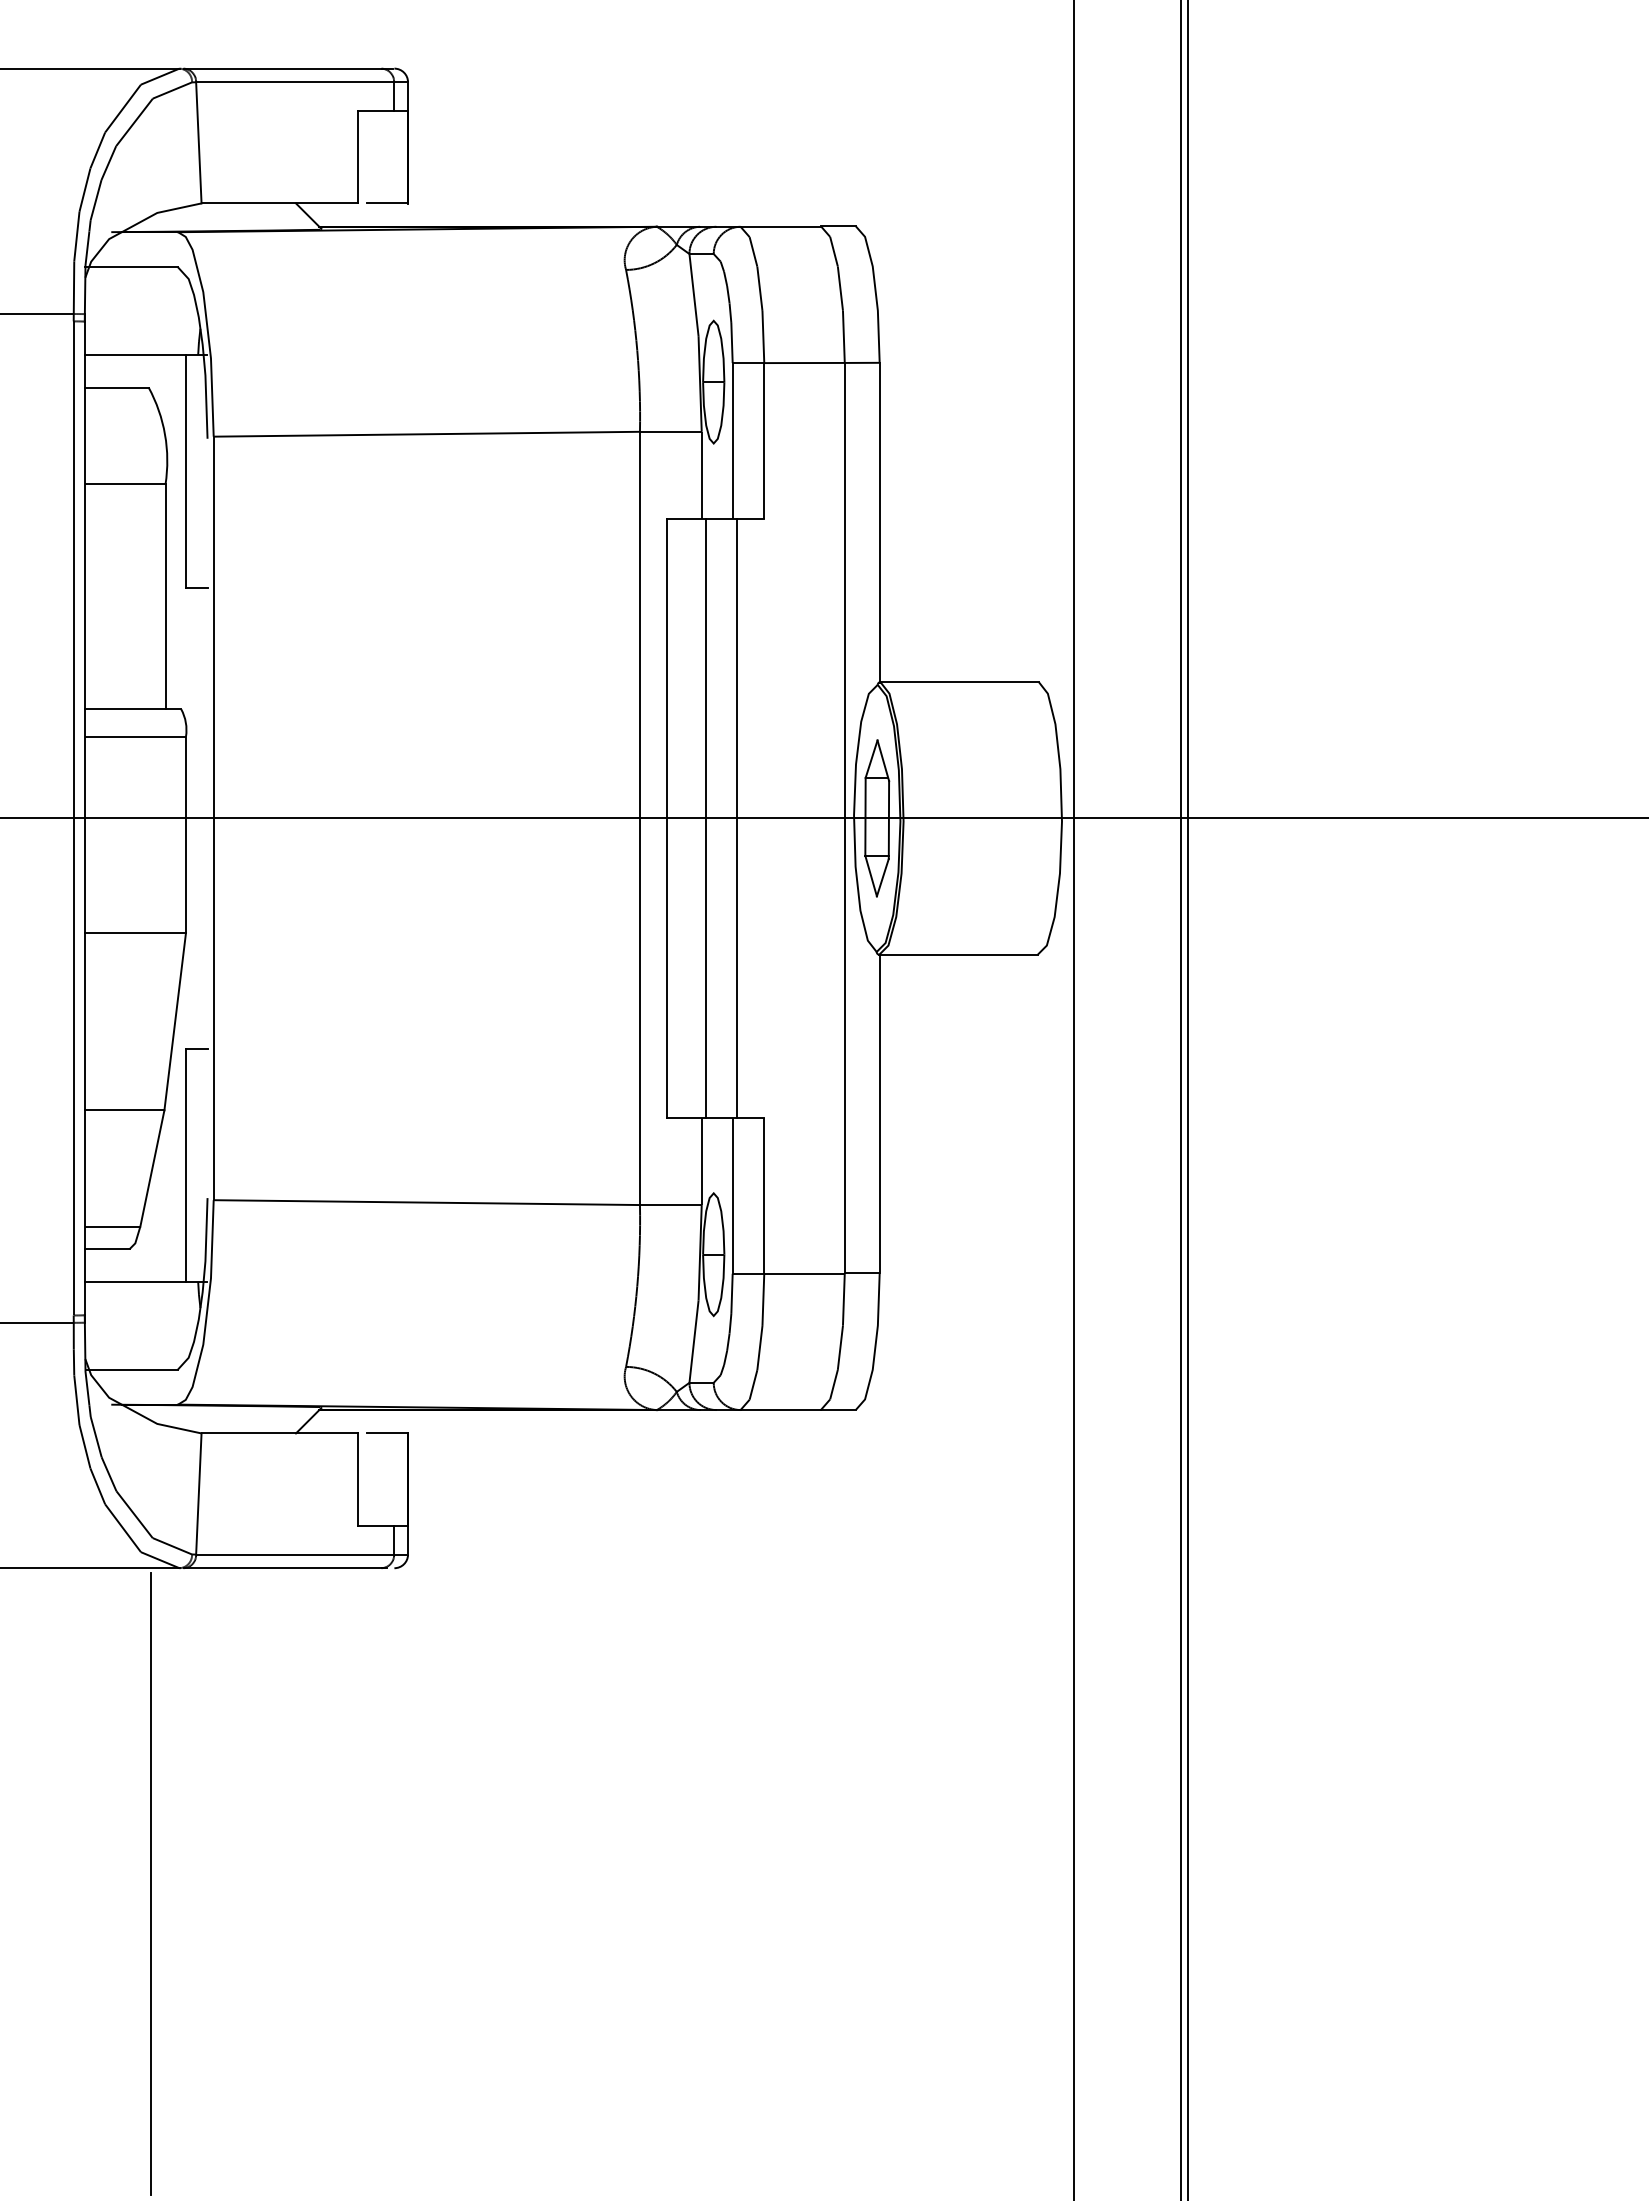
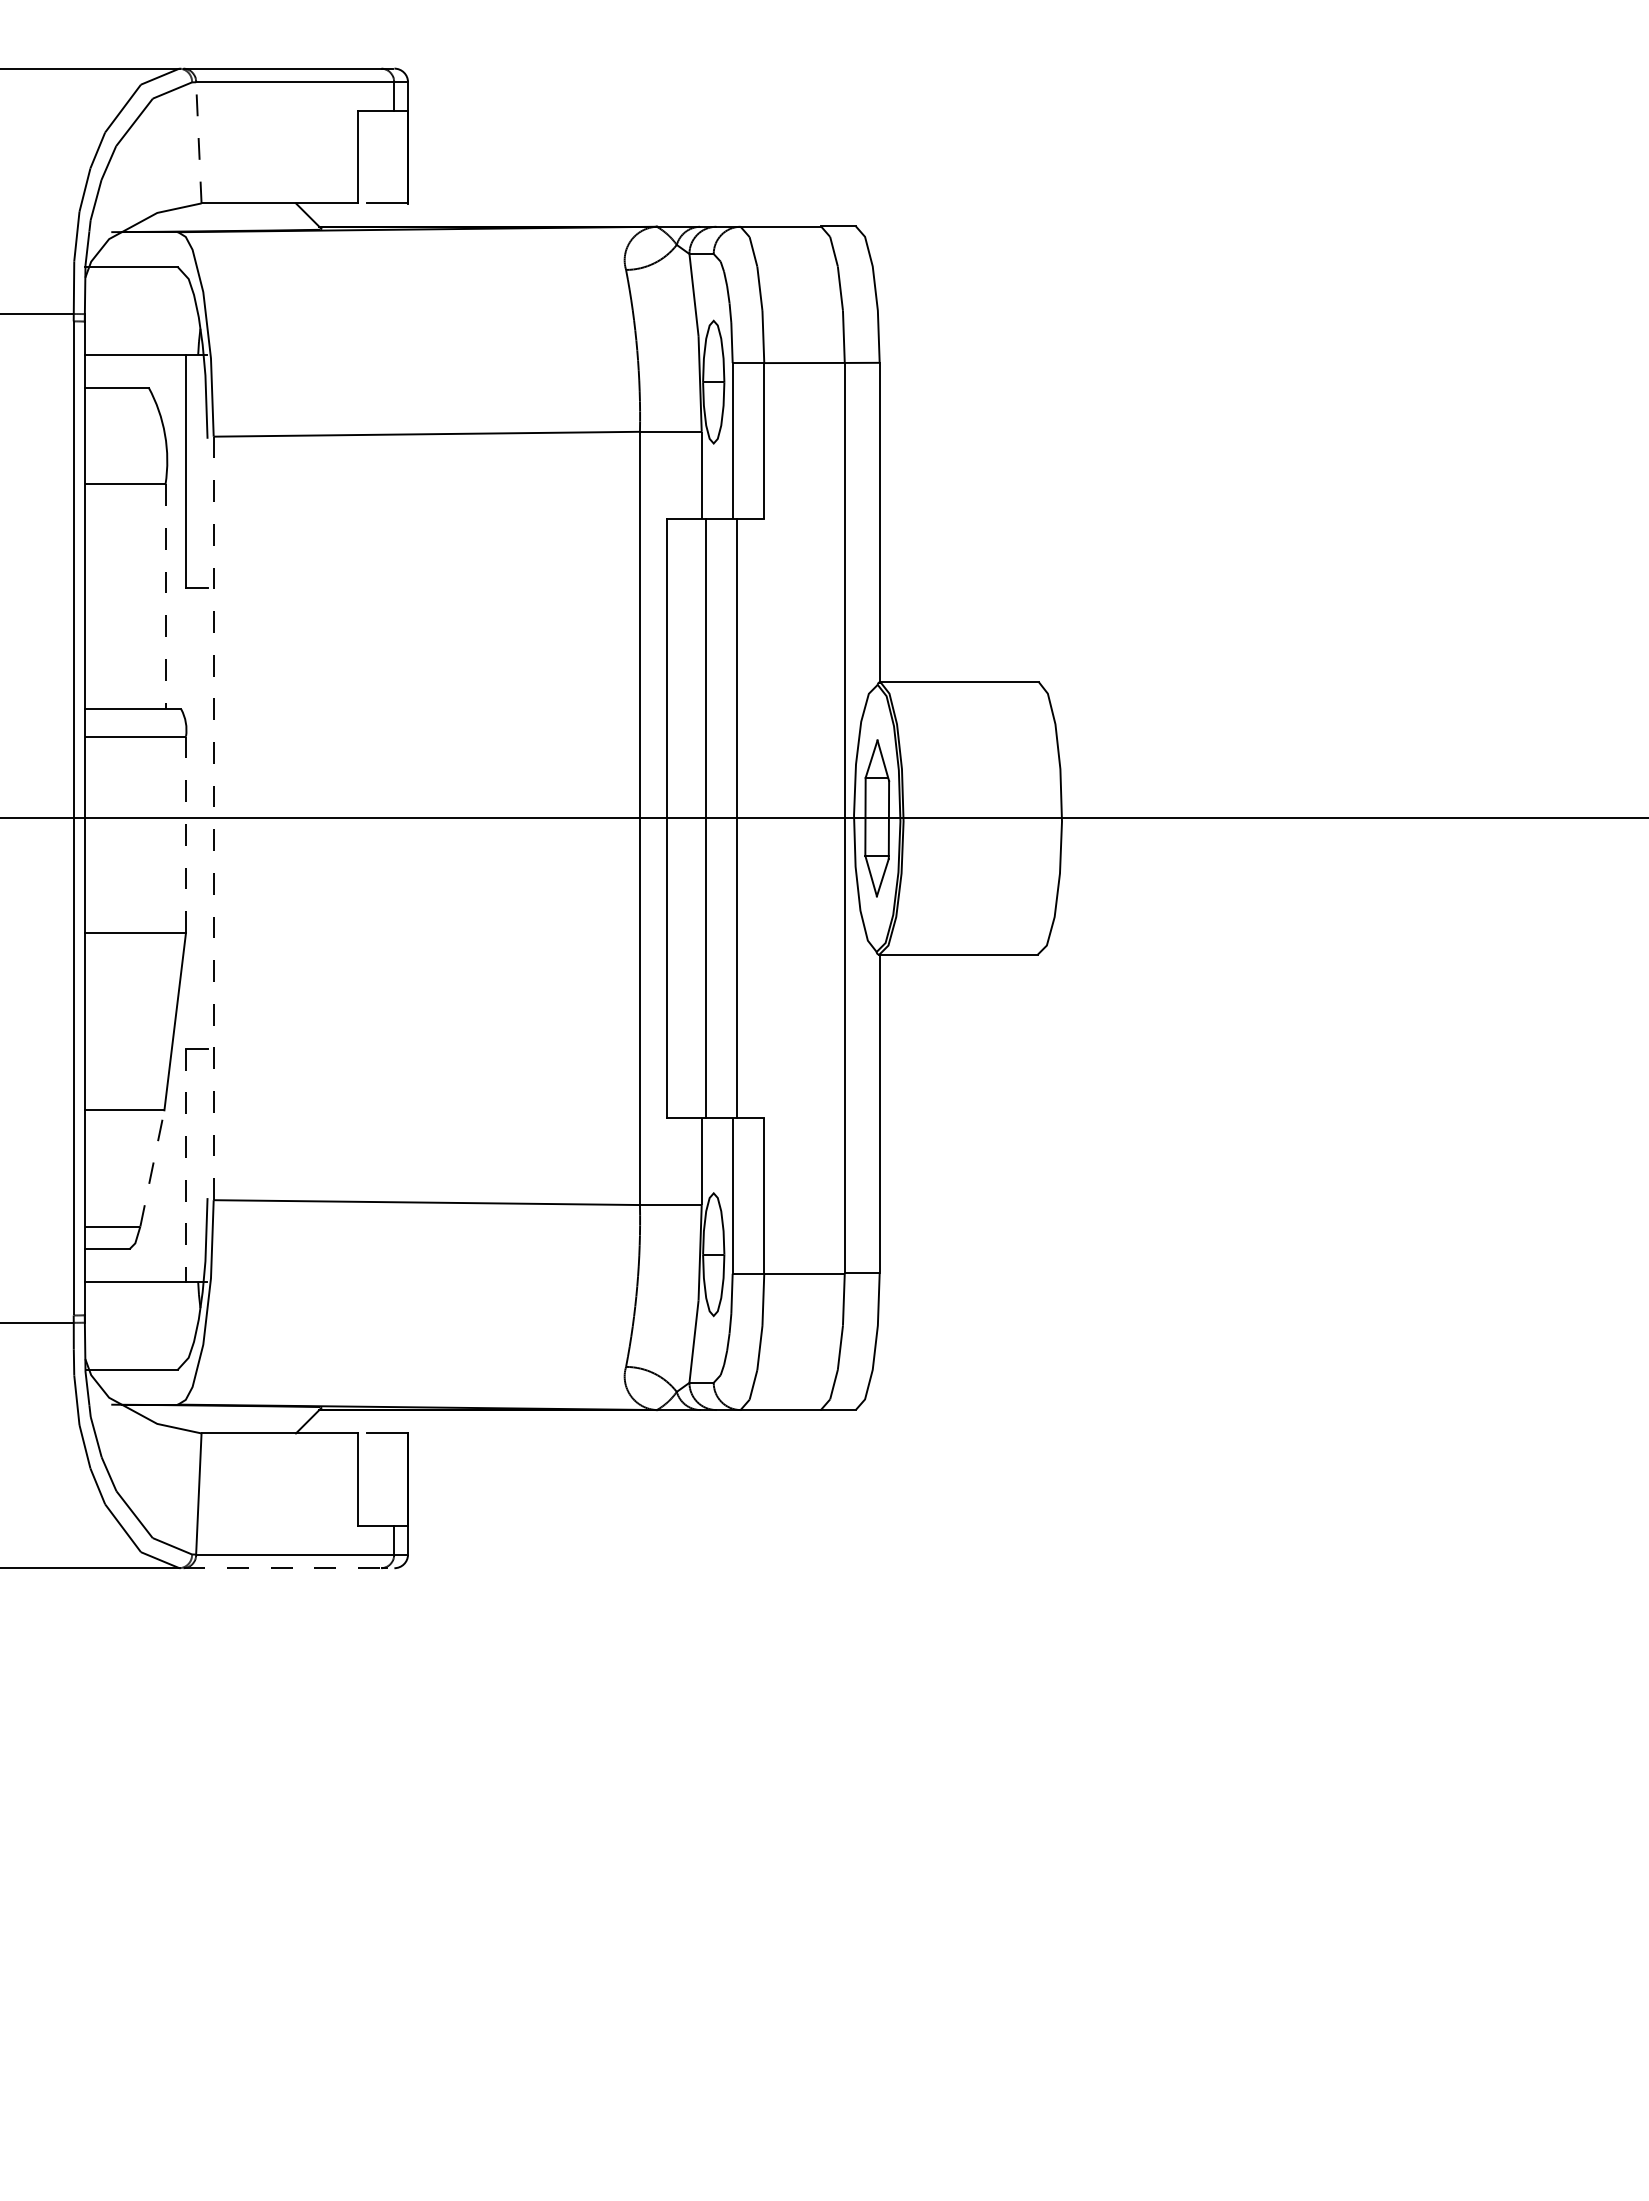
line at (198, 142): solid -> dashed
line at (165, 597): solid -> dashed
line at (213, 818): solid -> dashed
line at (186, 834): solid -> dashed
line at (1073, 1099): present -> none
line at (1181, 1099): present -> none
line at (1188, 1099): present -> none
line at (186, 1165): solid -> dashed
line at (152, 1167): solid -> dashed
line at (282, 1568): solid -> dashed
line at (150, 1884): present -> none
